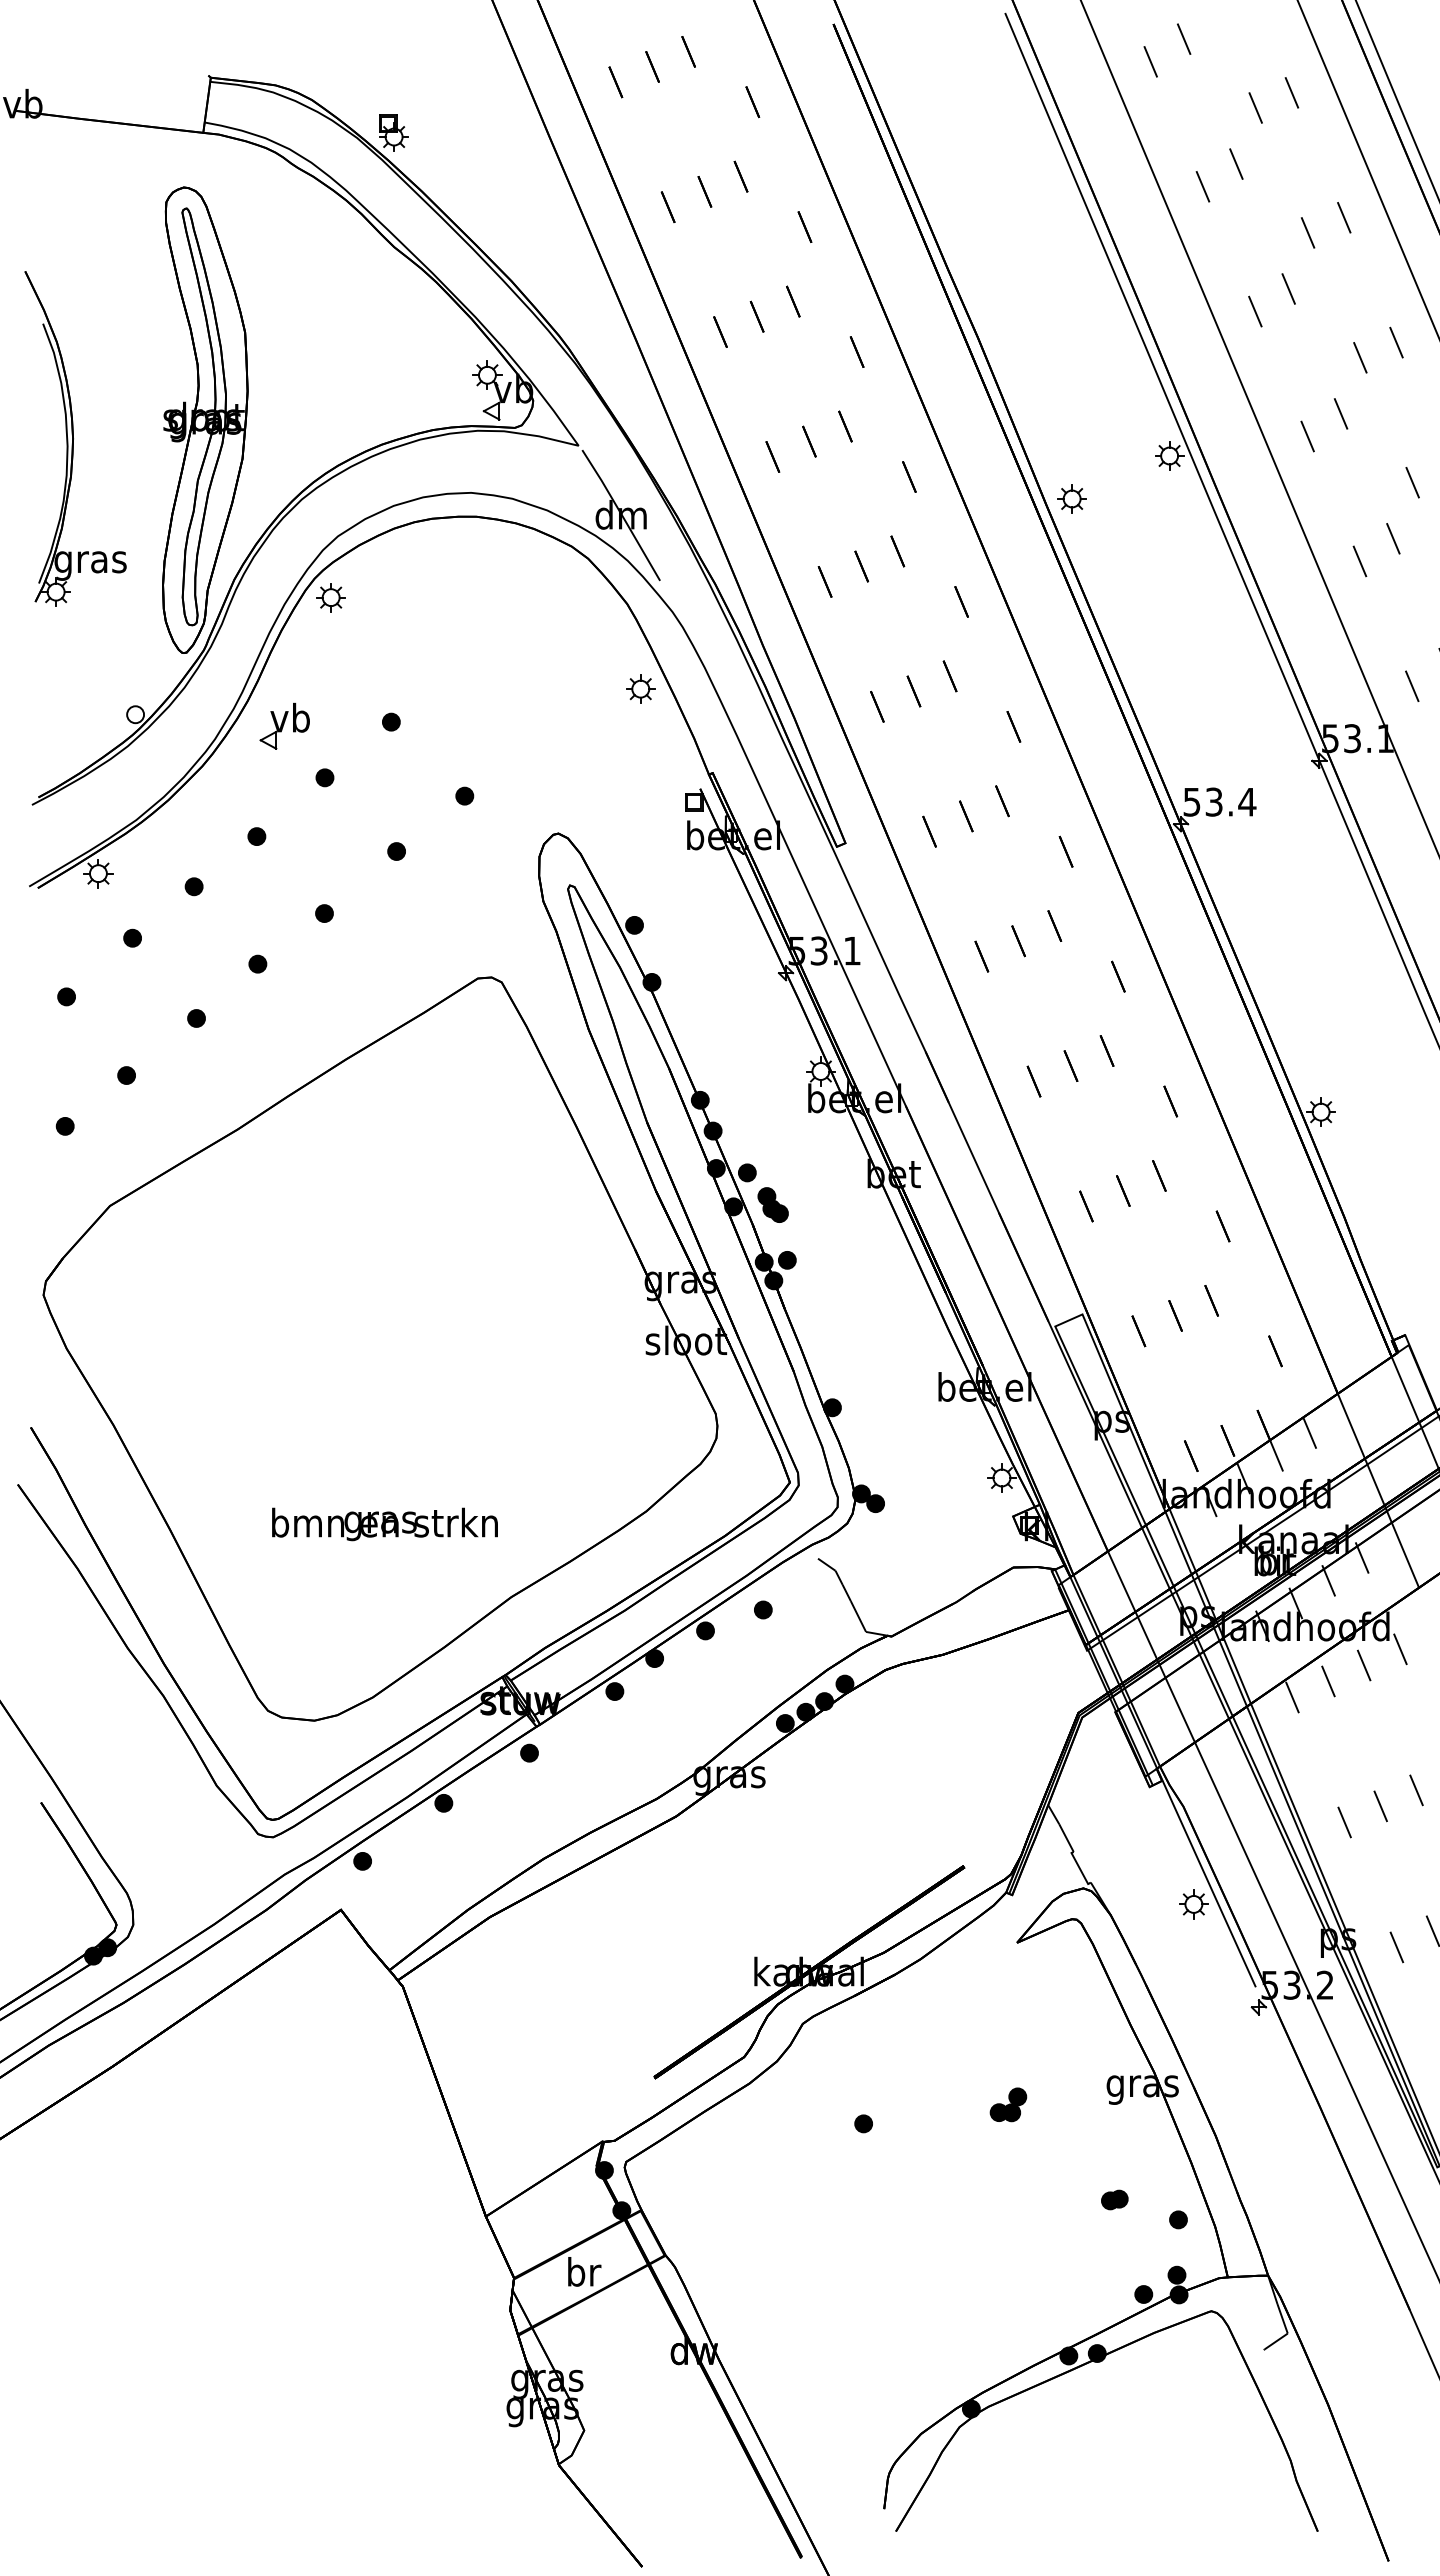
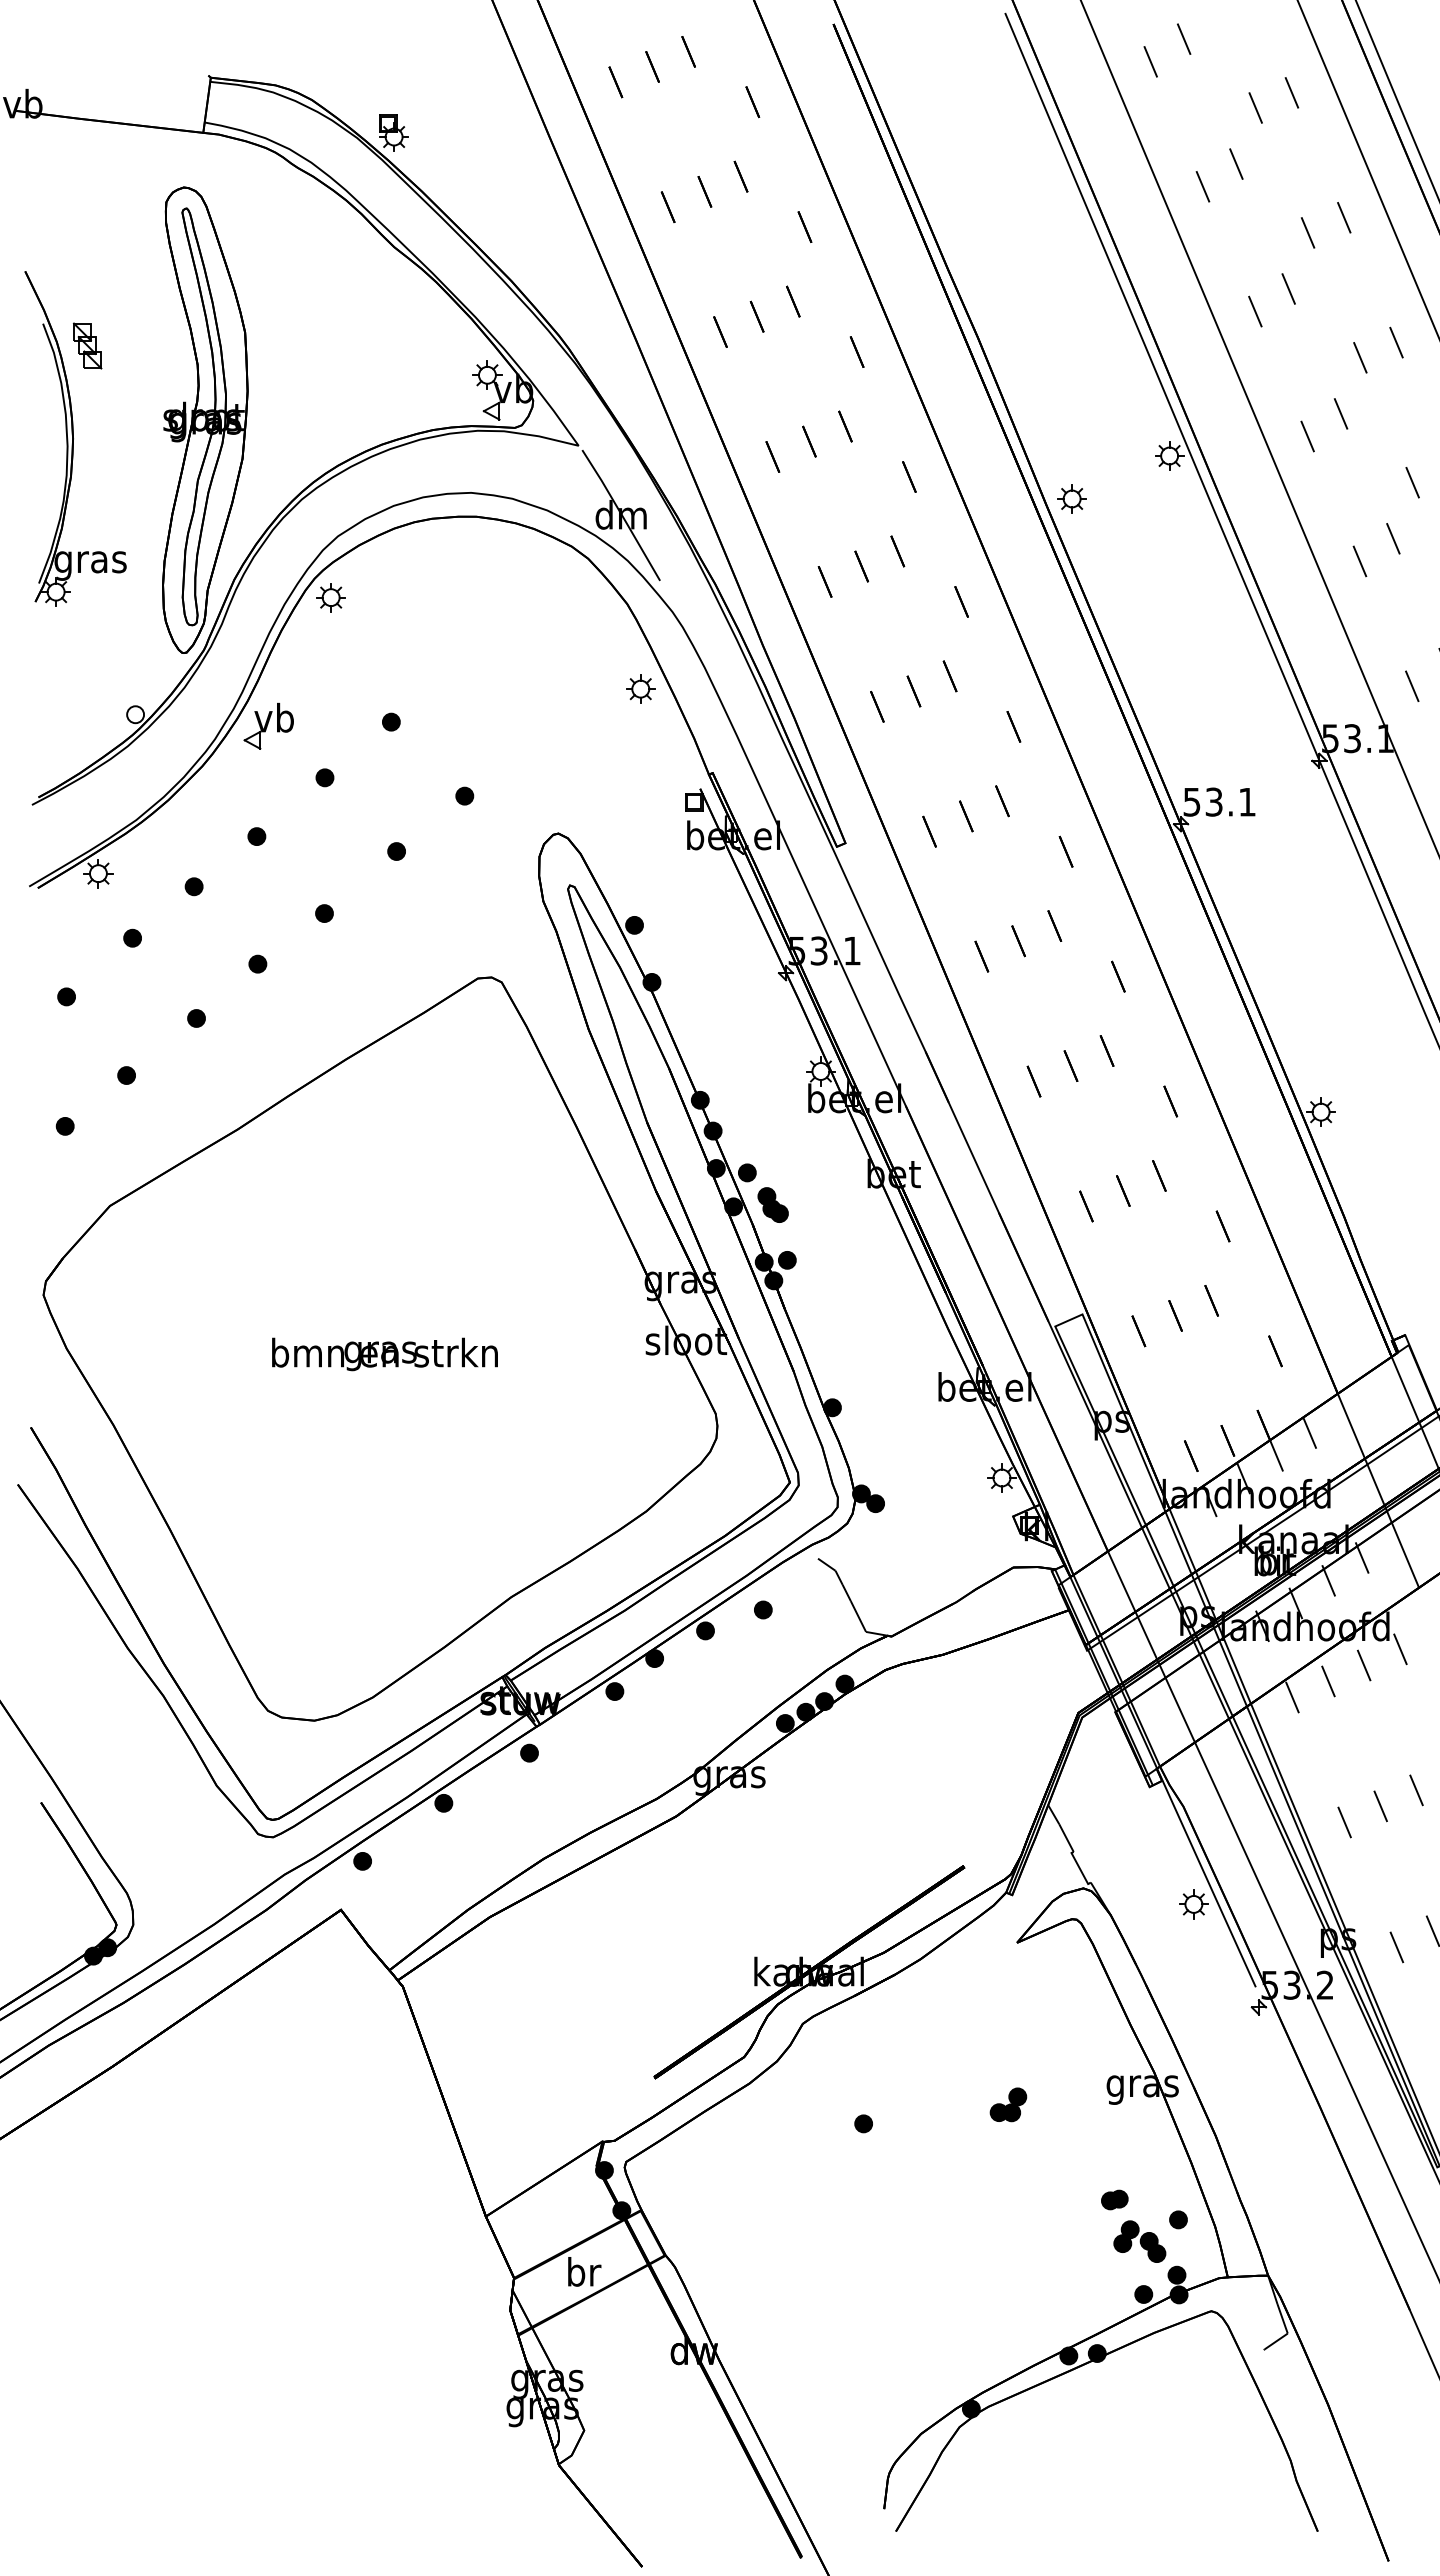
part at (87, 345): none -> present
part at (284, 725) position: (284, 725) -> (268, 725)
text at (1247, 802): 53.4 -> 53.1
text at (384, 1524) position: (384, 1524) -> (384, 1354)
part at (1139, 2241): none -> present
